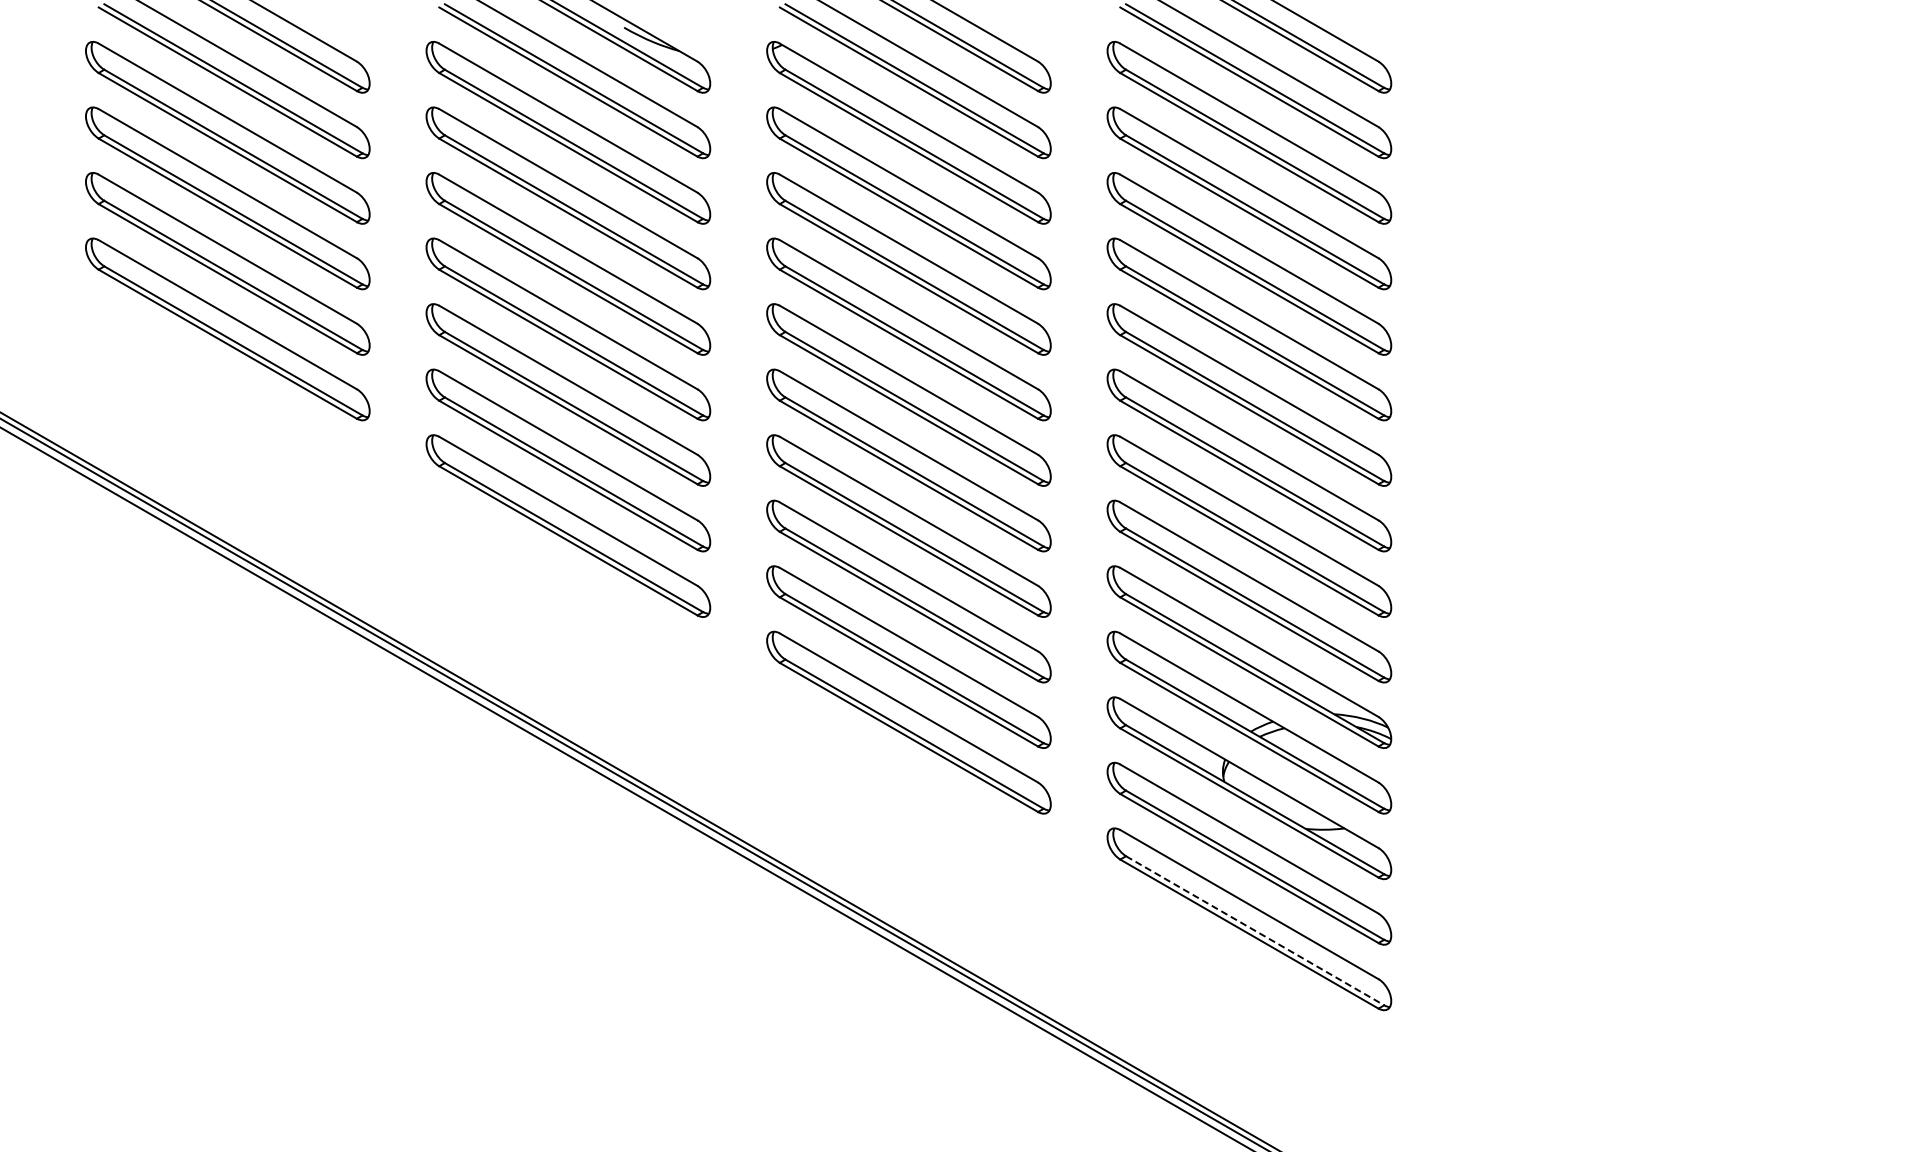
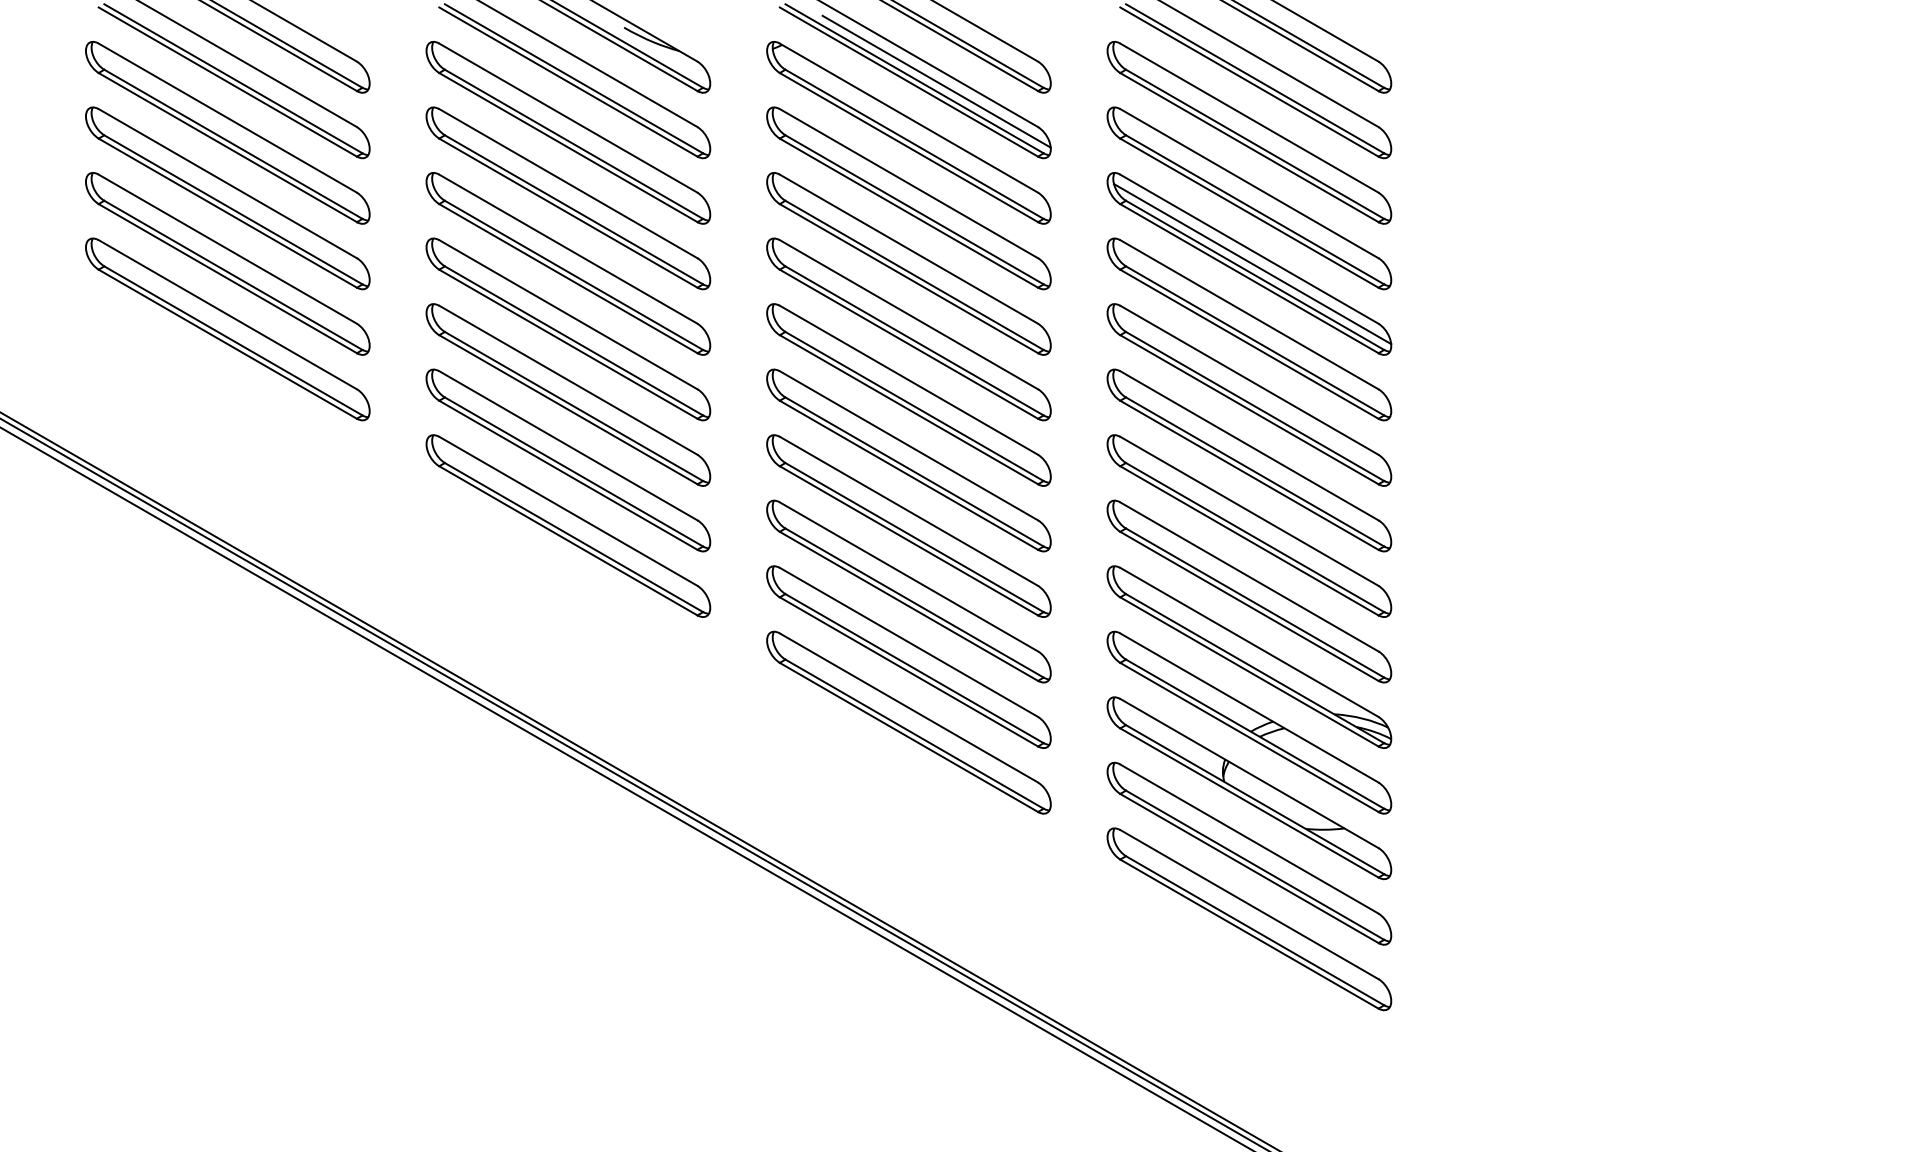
line at (936, 81): none -> present
line at (1252, 264): none -> present
line at (1255, 931): dashed -> solid
